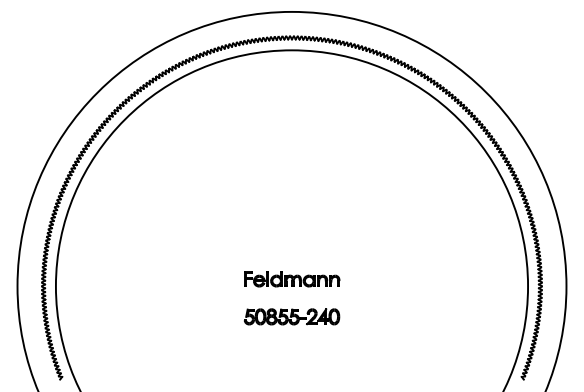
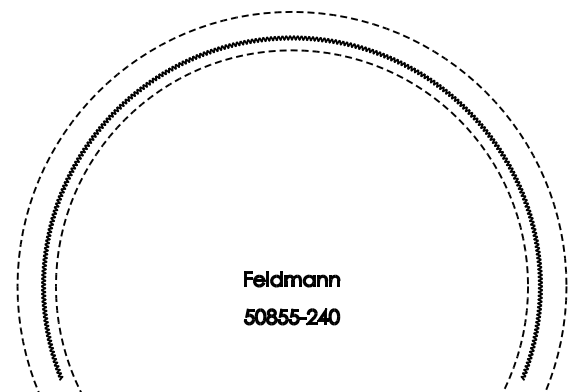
circle at (291, 201): solid -> dashed
circle at (291, 220): solid -> dashed
